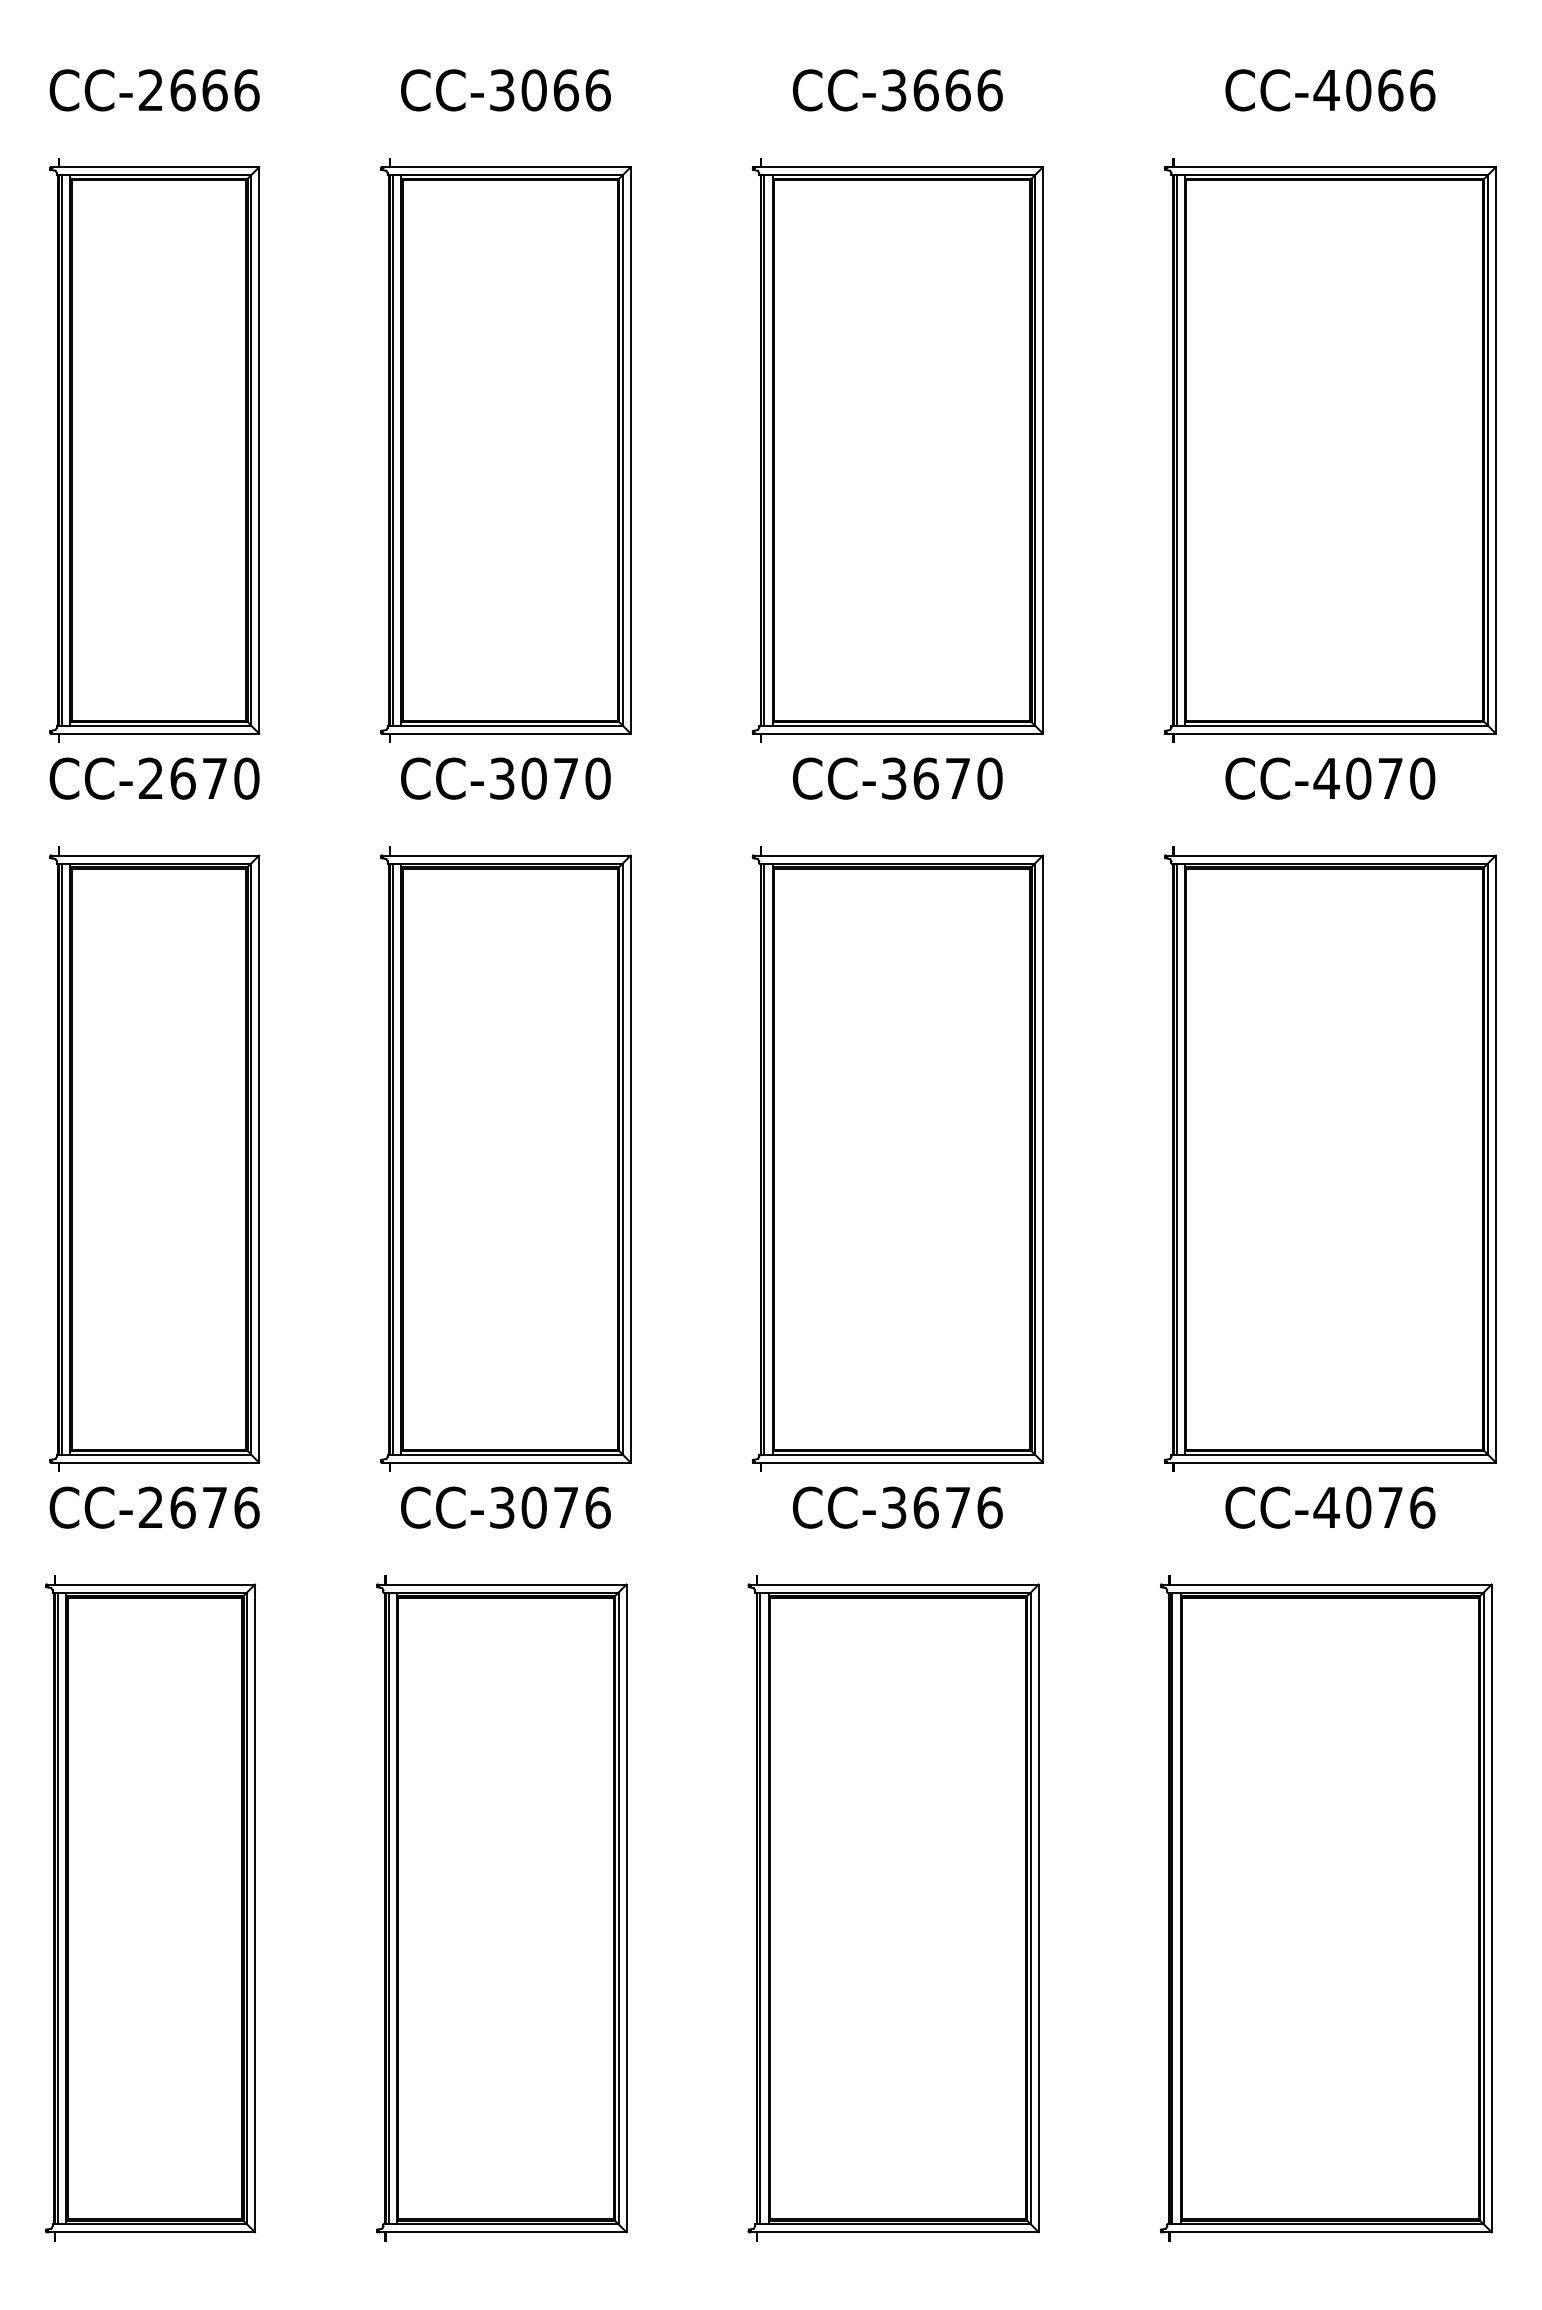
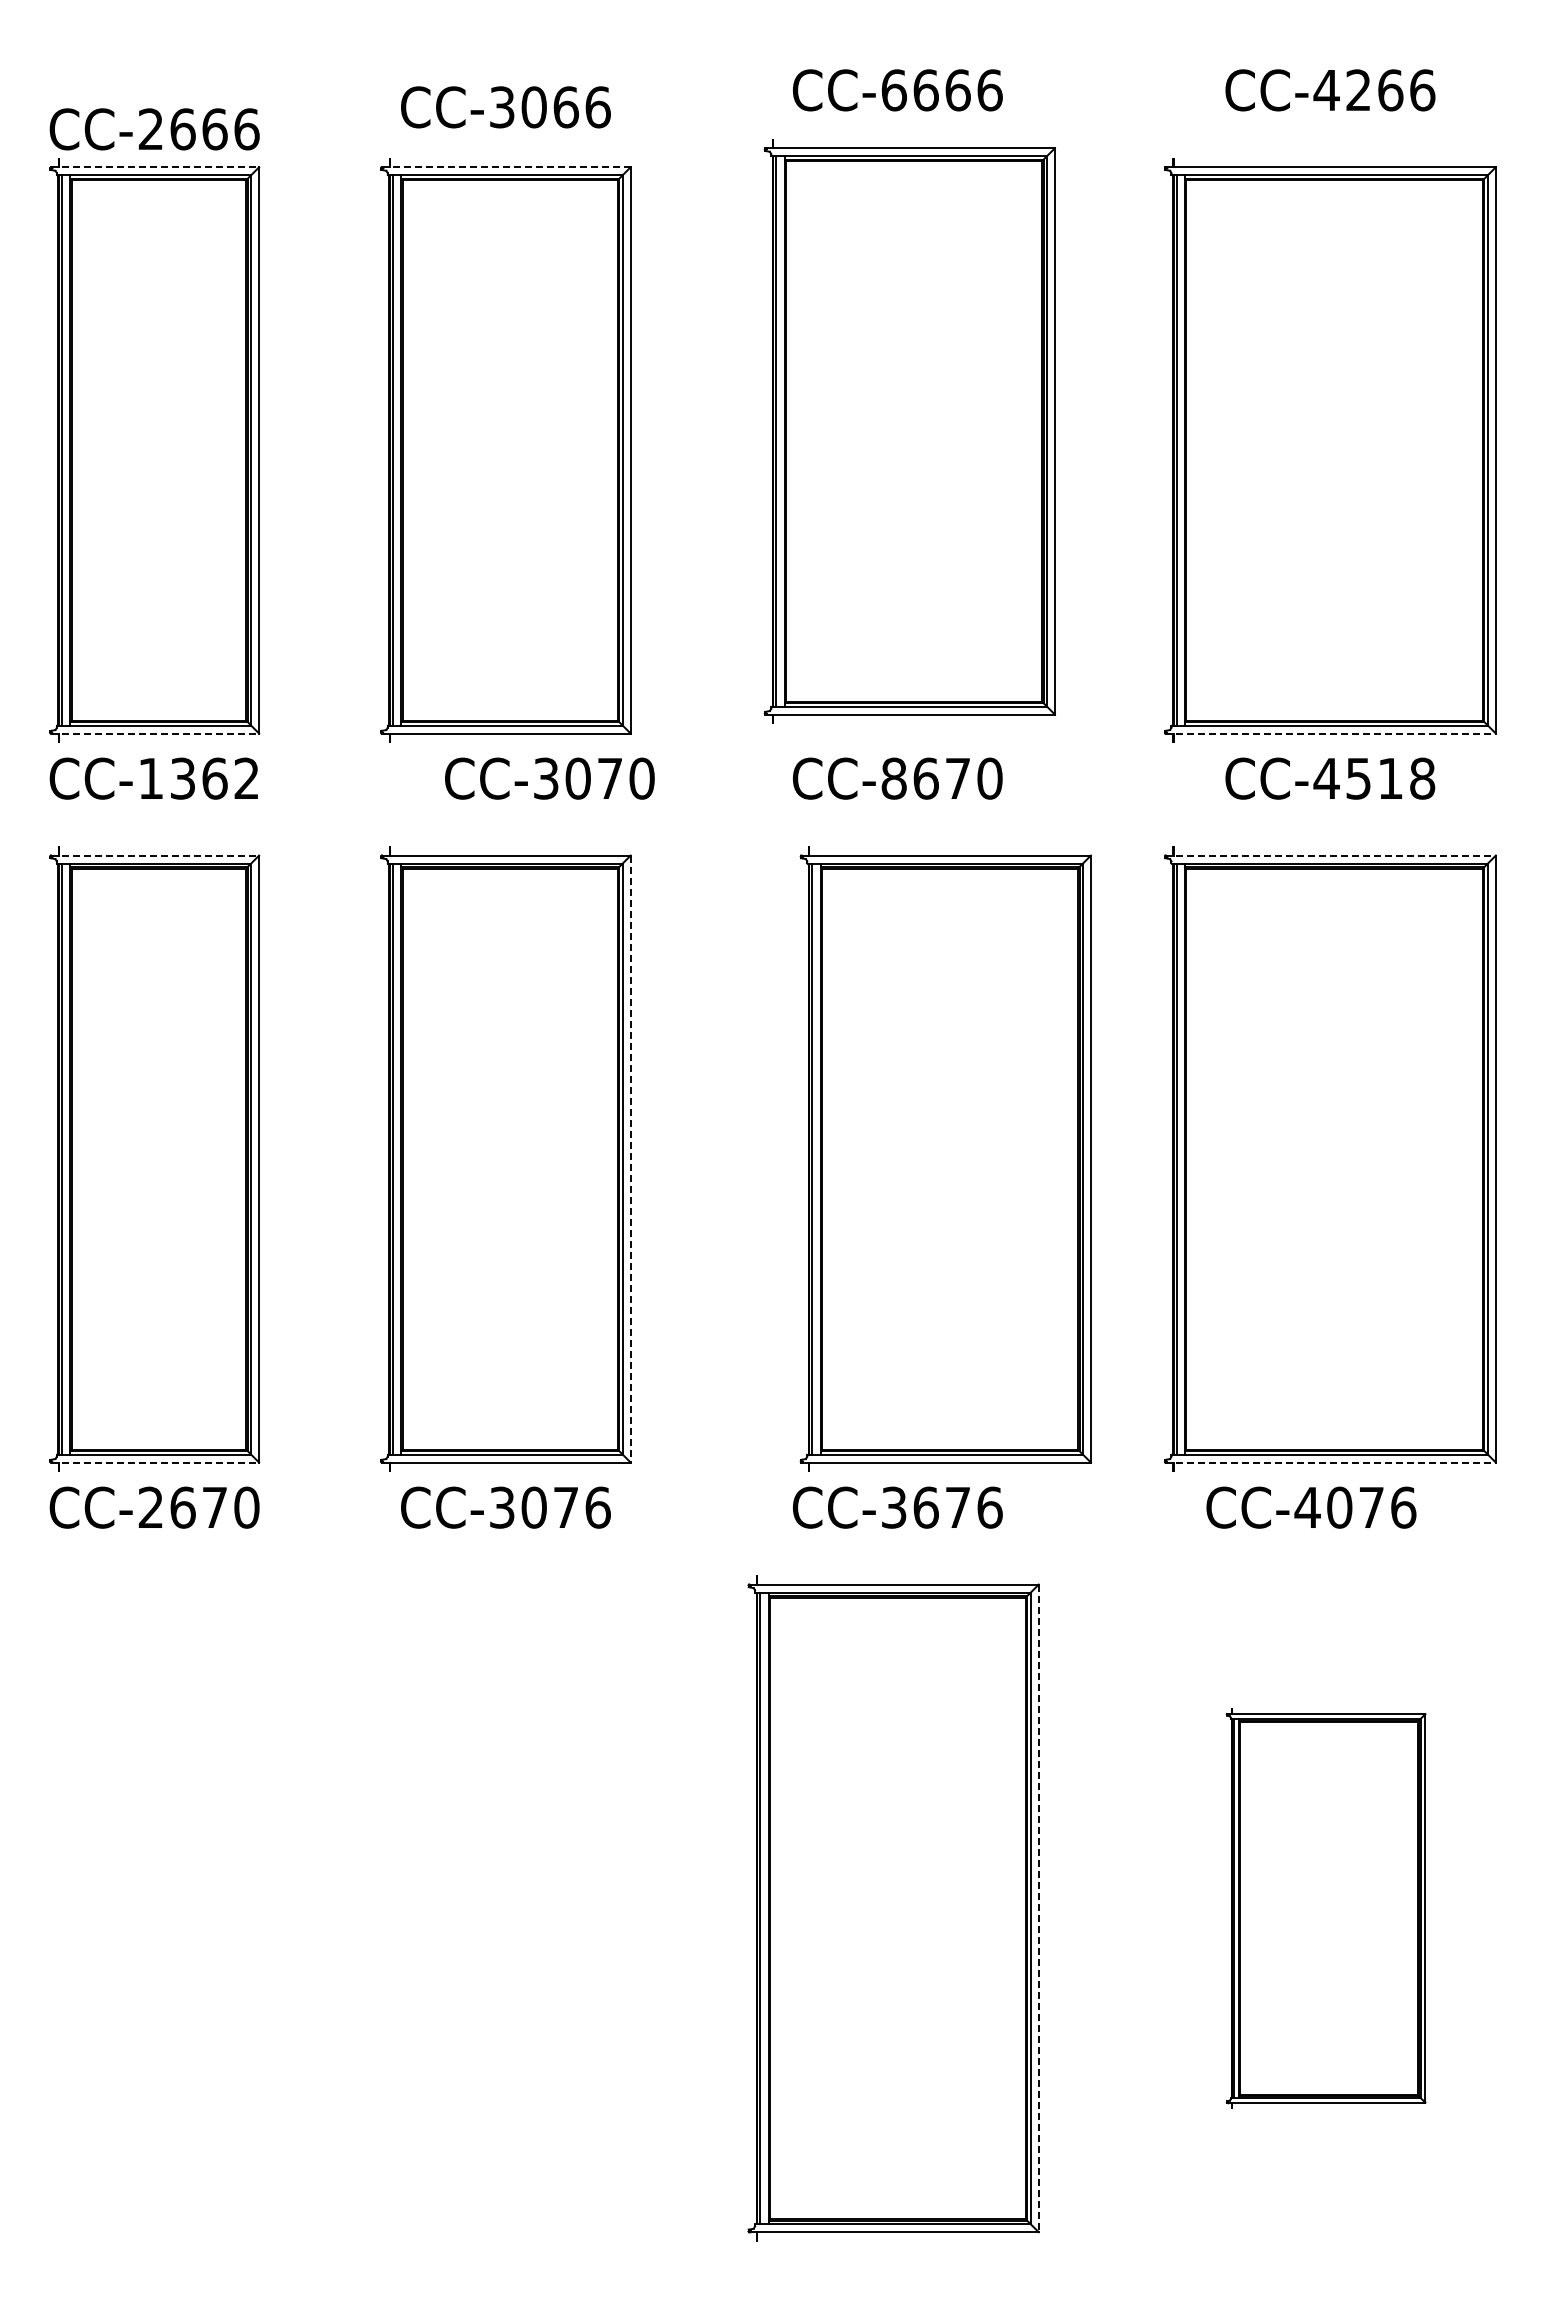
text at (154, 90) position: (154, 90) -> (154, 129)
text at (505, 90) position: (505, 90) -> (505, 107)
text at (894, 90): CC-3666 -> CC-6666
text at (1358, 90): CC-4066 -> CC-4266
line at (155, 167): solid -> dashed
line at (506, 167): solid -> dashed
part at (897, 450) position: (897, 450) -> (909, 431)
line at (155, 733): solid -> dashed
line at (1331, 733): solid -> dashed
text at (198, 778): CC-2670 -> CC-1362
text at (505, 778) position: (505, 778) -> (549, 778)
text at (893, 778): CC-3670 -> CC-8670
text at (1390, 778): CC-4070 -> CC-4518
line at (155, 855): solid -> dashed
line at (1331, 855): solid -> dashed
part at (897, 1158) position: (897, 1158) -> (945, 1158)
line at (630, 1159): solid -> dashed
line at (155, 1462): solid -> dashed
line at (1331, 1462): solid -> dashed
text at (246, 1507): CC-2676 -> CC-2670
text at (1330, 1507) position: (1330, 1507) -> (1311, 1507)
part at (150, 1908): present -> none
part at (501, 1908): present -> none
line at (1038, 1908): solid -> dashed
part at (1325, 1908) size: 334x667 px -> 202x401 px
